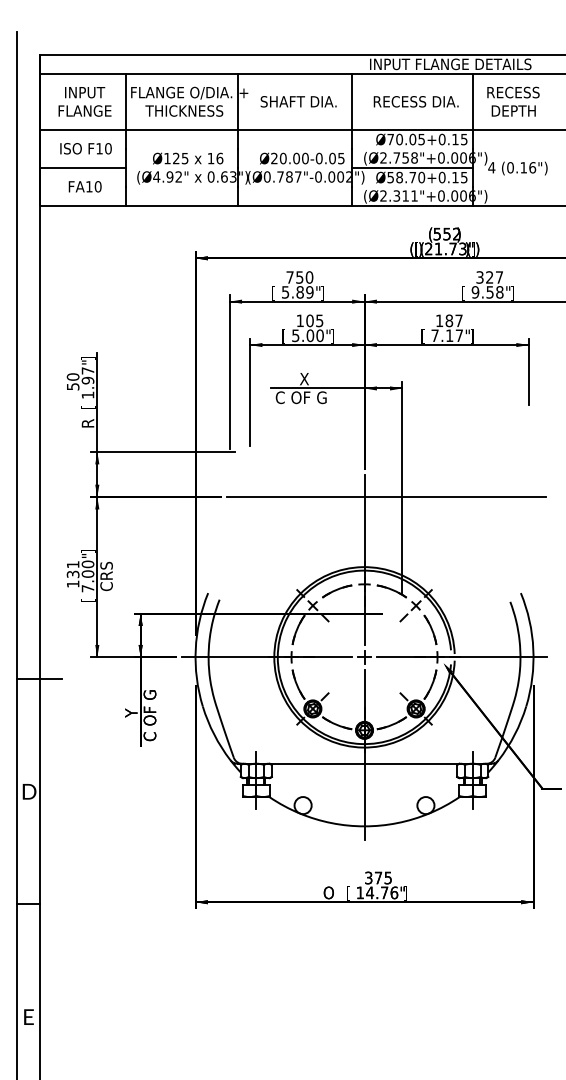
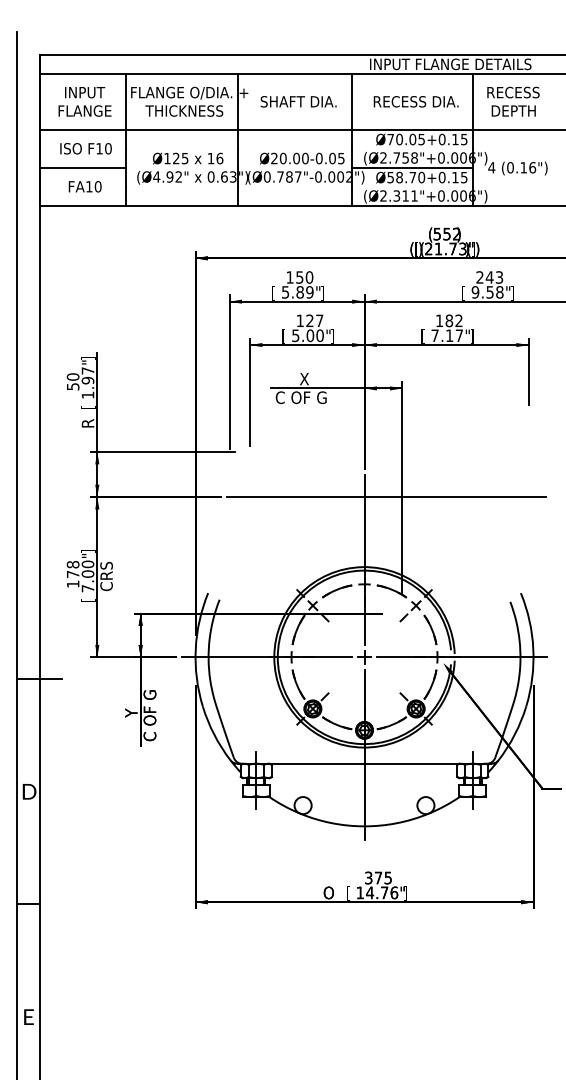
text at (289, 277): 750 -> 150
text at (489, 277): 327 -> 243
text at (314, 320): 105 -> 127
text at (458, 320): 187 -> 182
text at (72, 569): 131 -> 178
